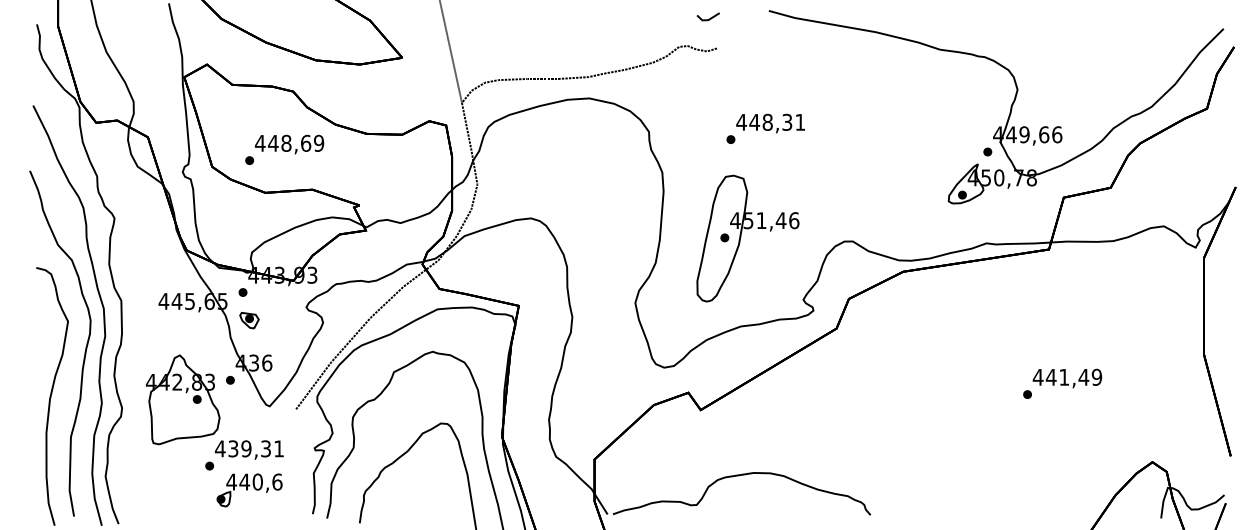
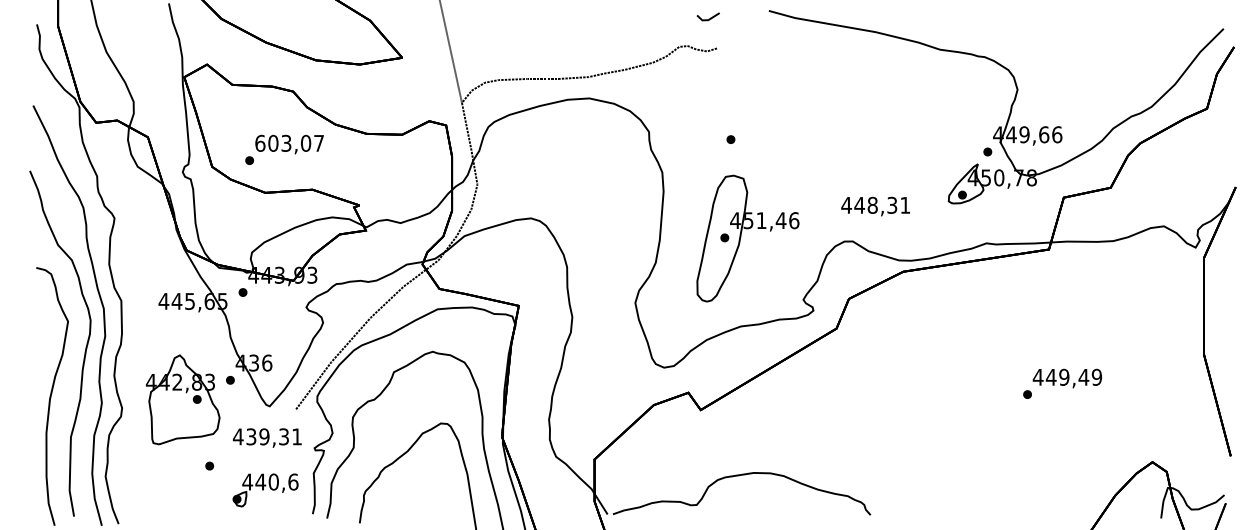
text at (770, 123) position: (770, 123) -> (875, 206)
text at (289, 142): 448,69 -> 603,07
part at (249, 320): present -> none
text at (1064, 376): 441,49 -> 449,49
text at (249, 449) position: (249, 449) -> (267, 437)
part at (249, 490) position: (249, 490) -> (265, 490)
